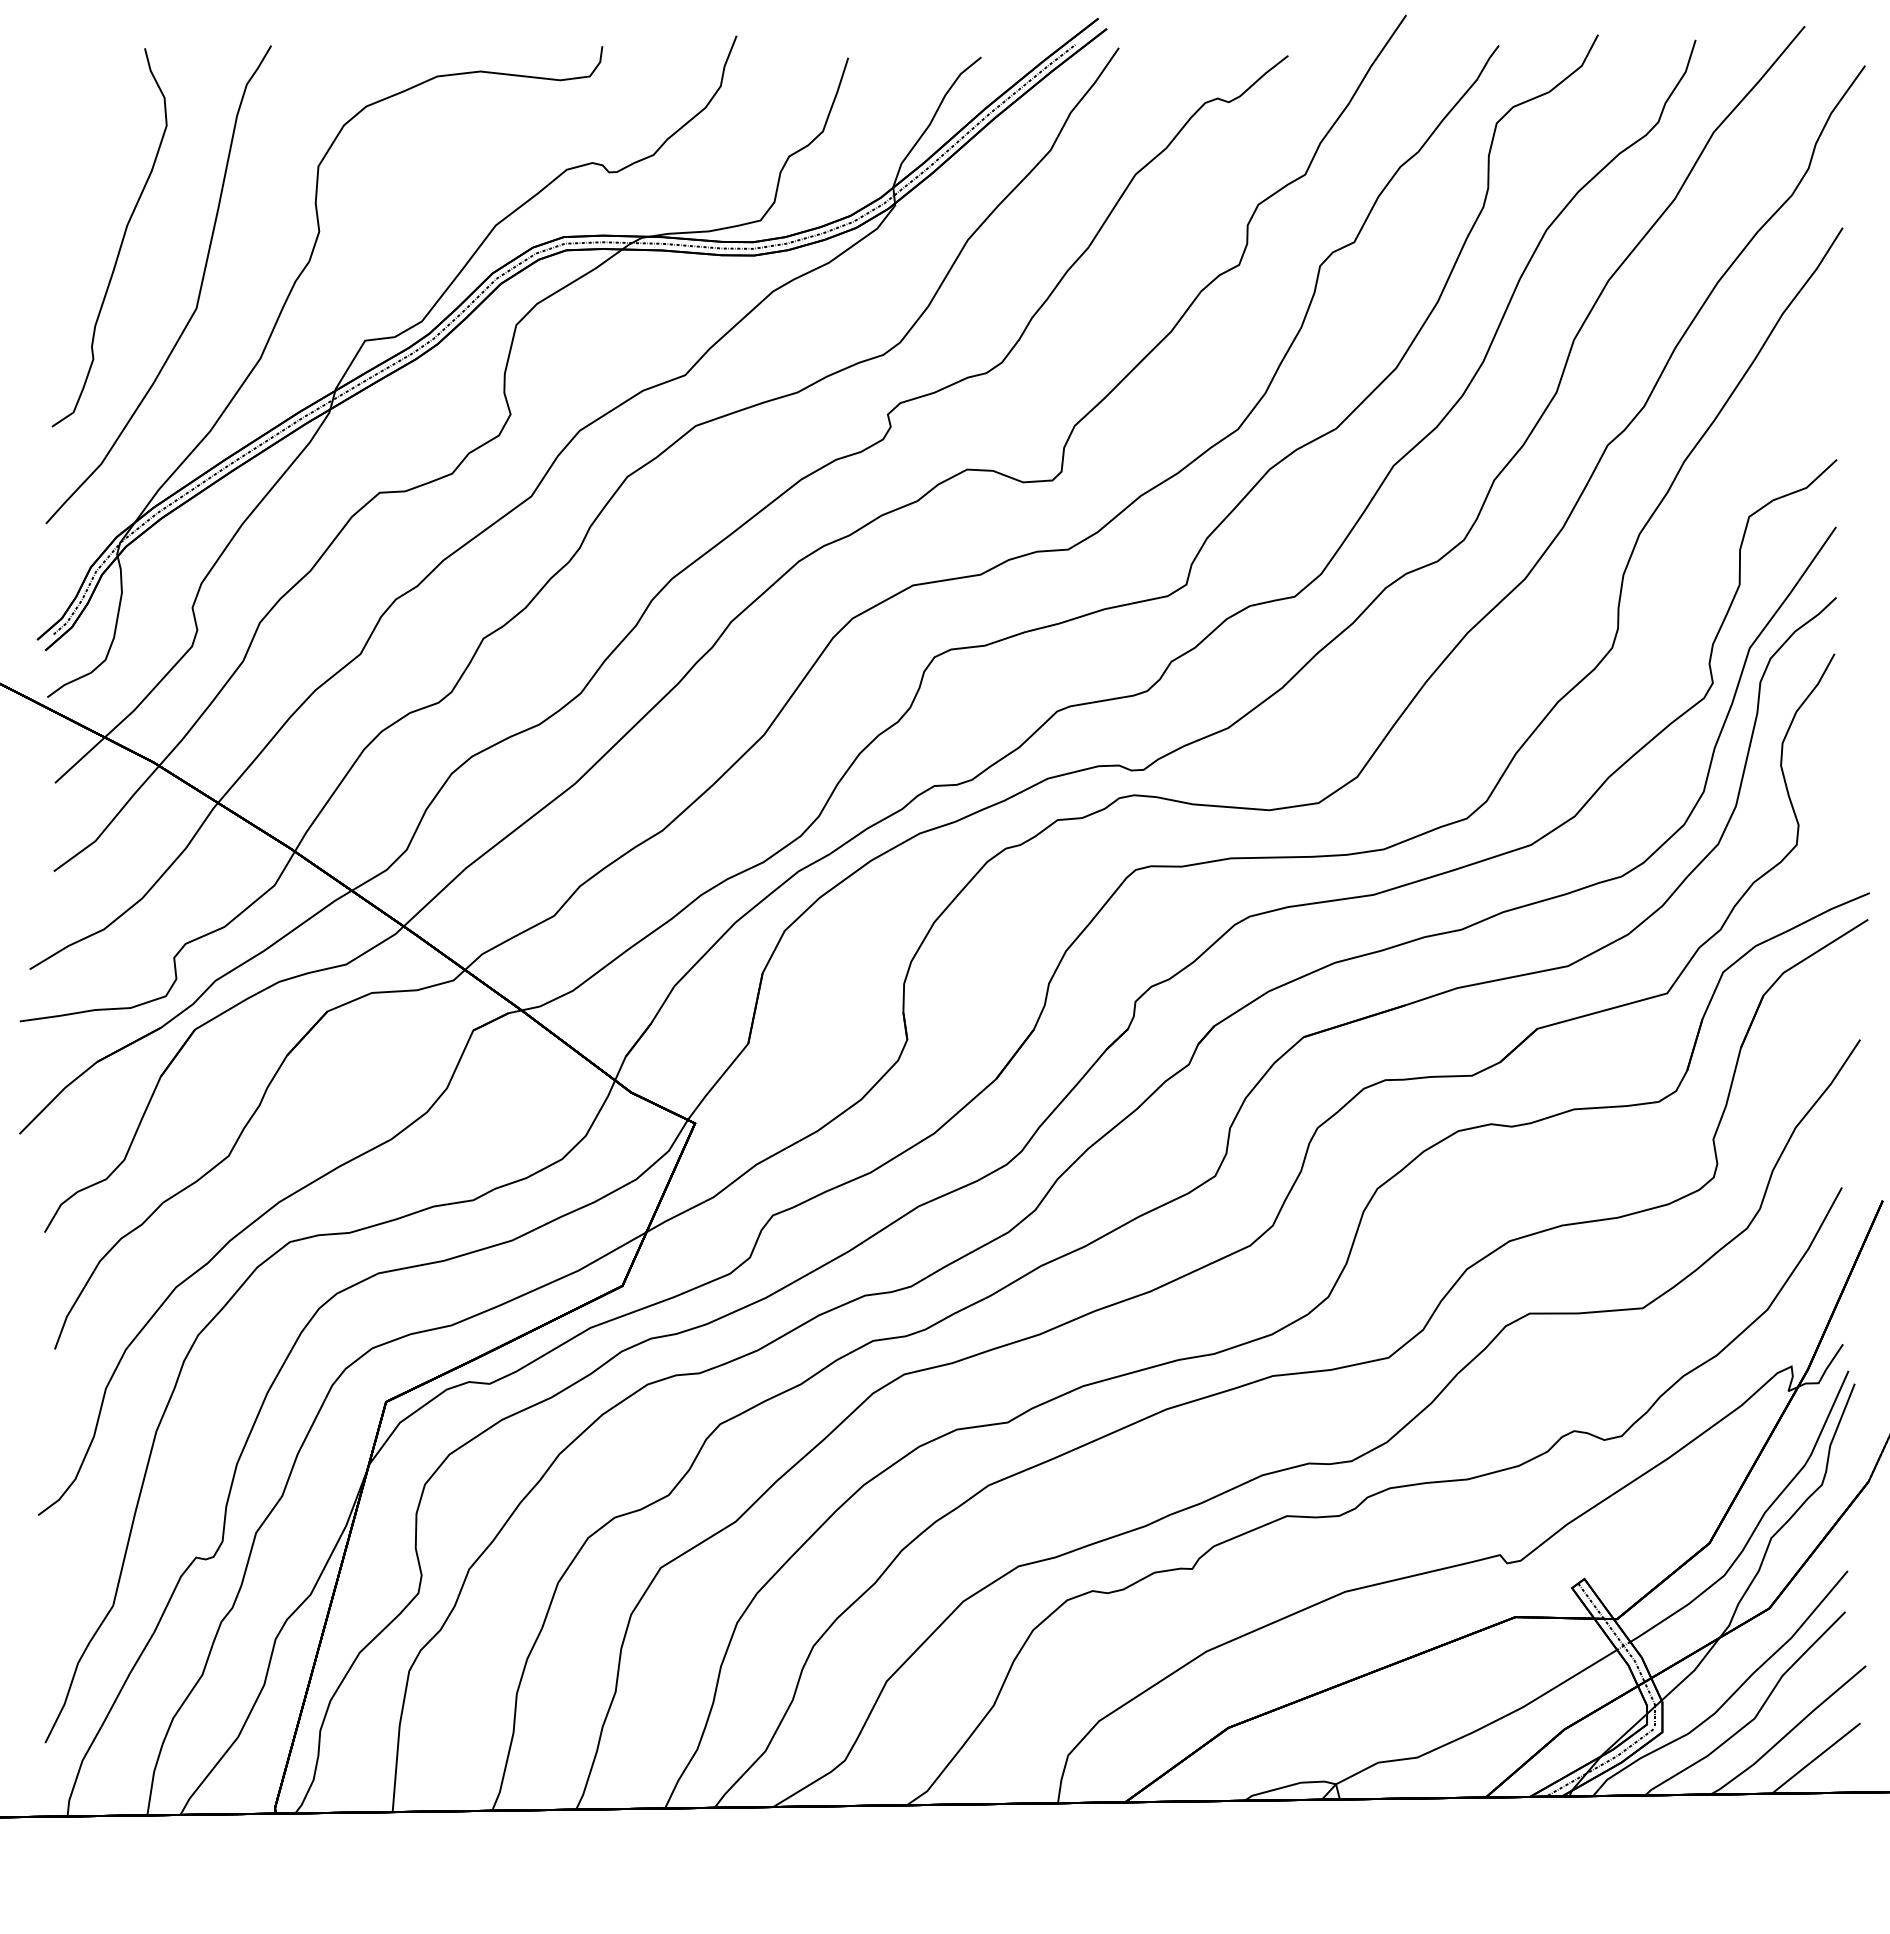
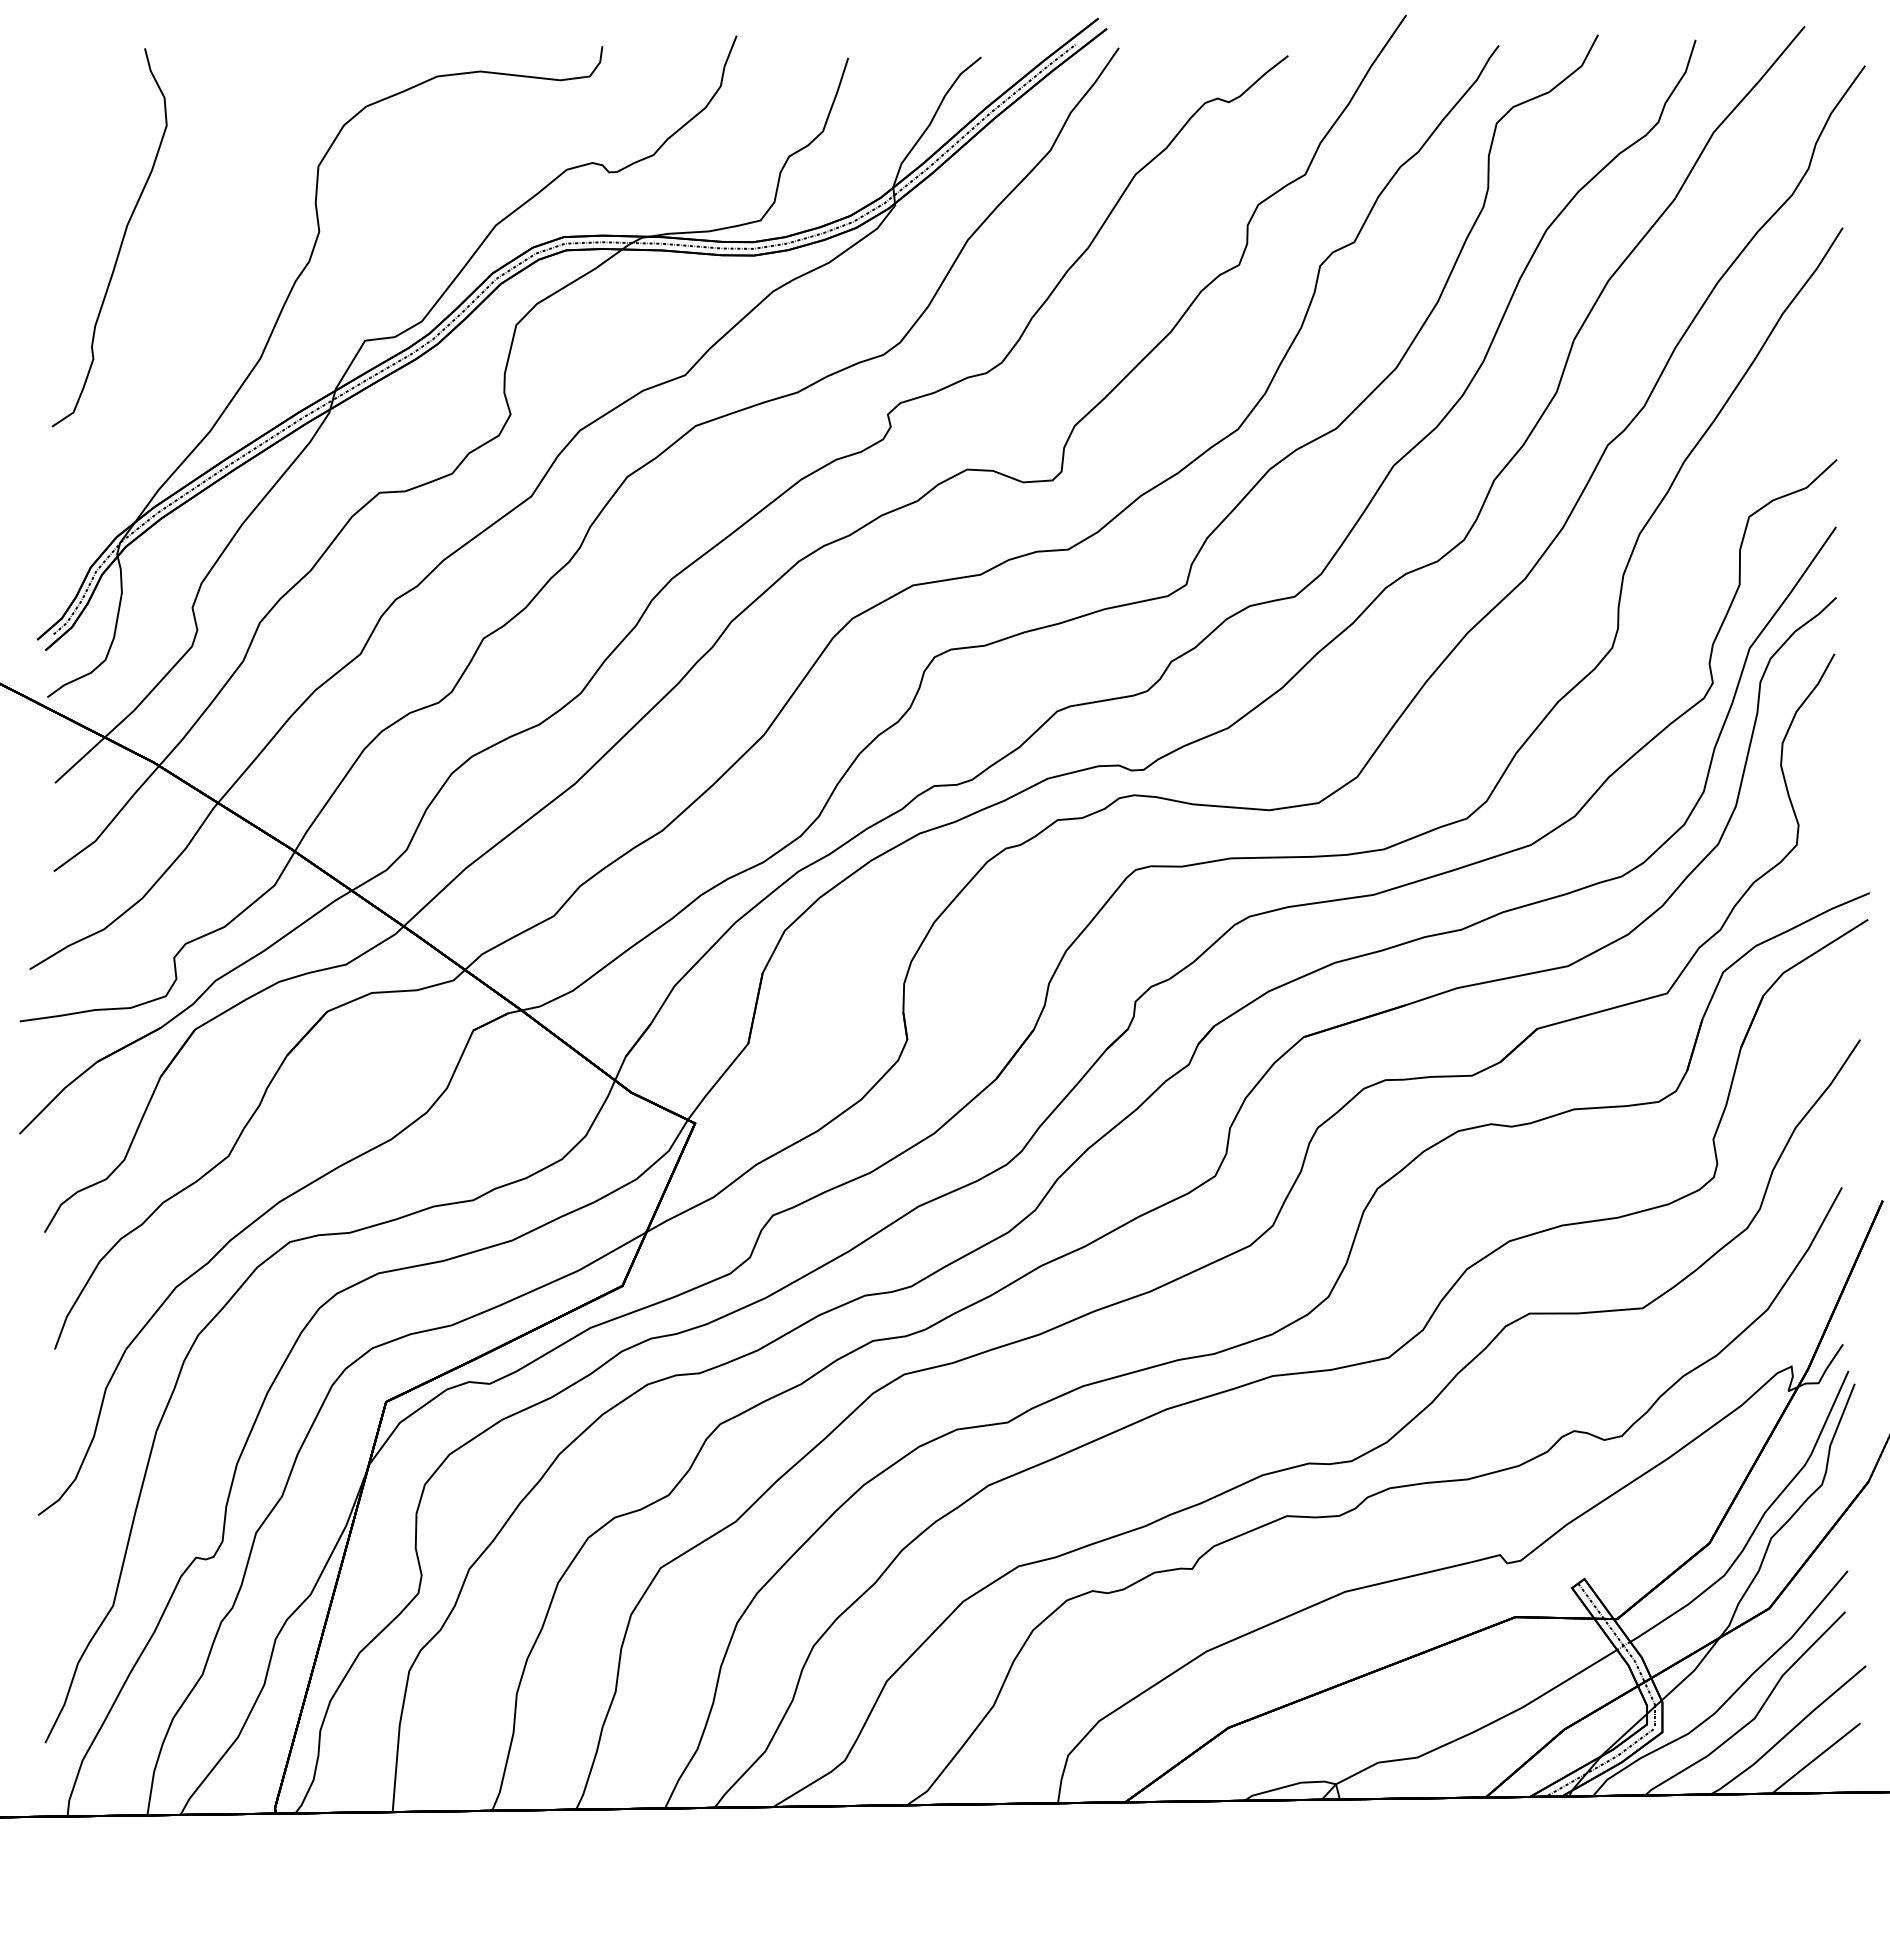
part at (198, 293): present -> none
